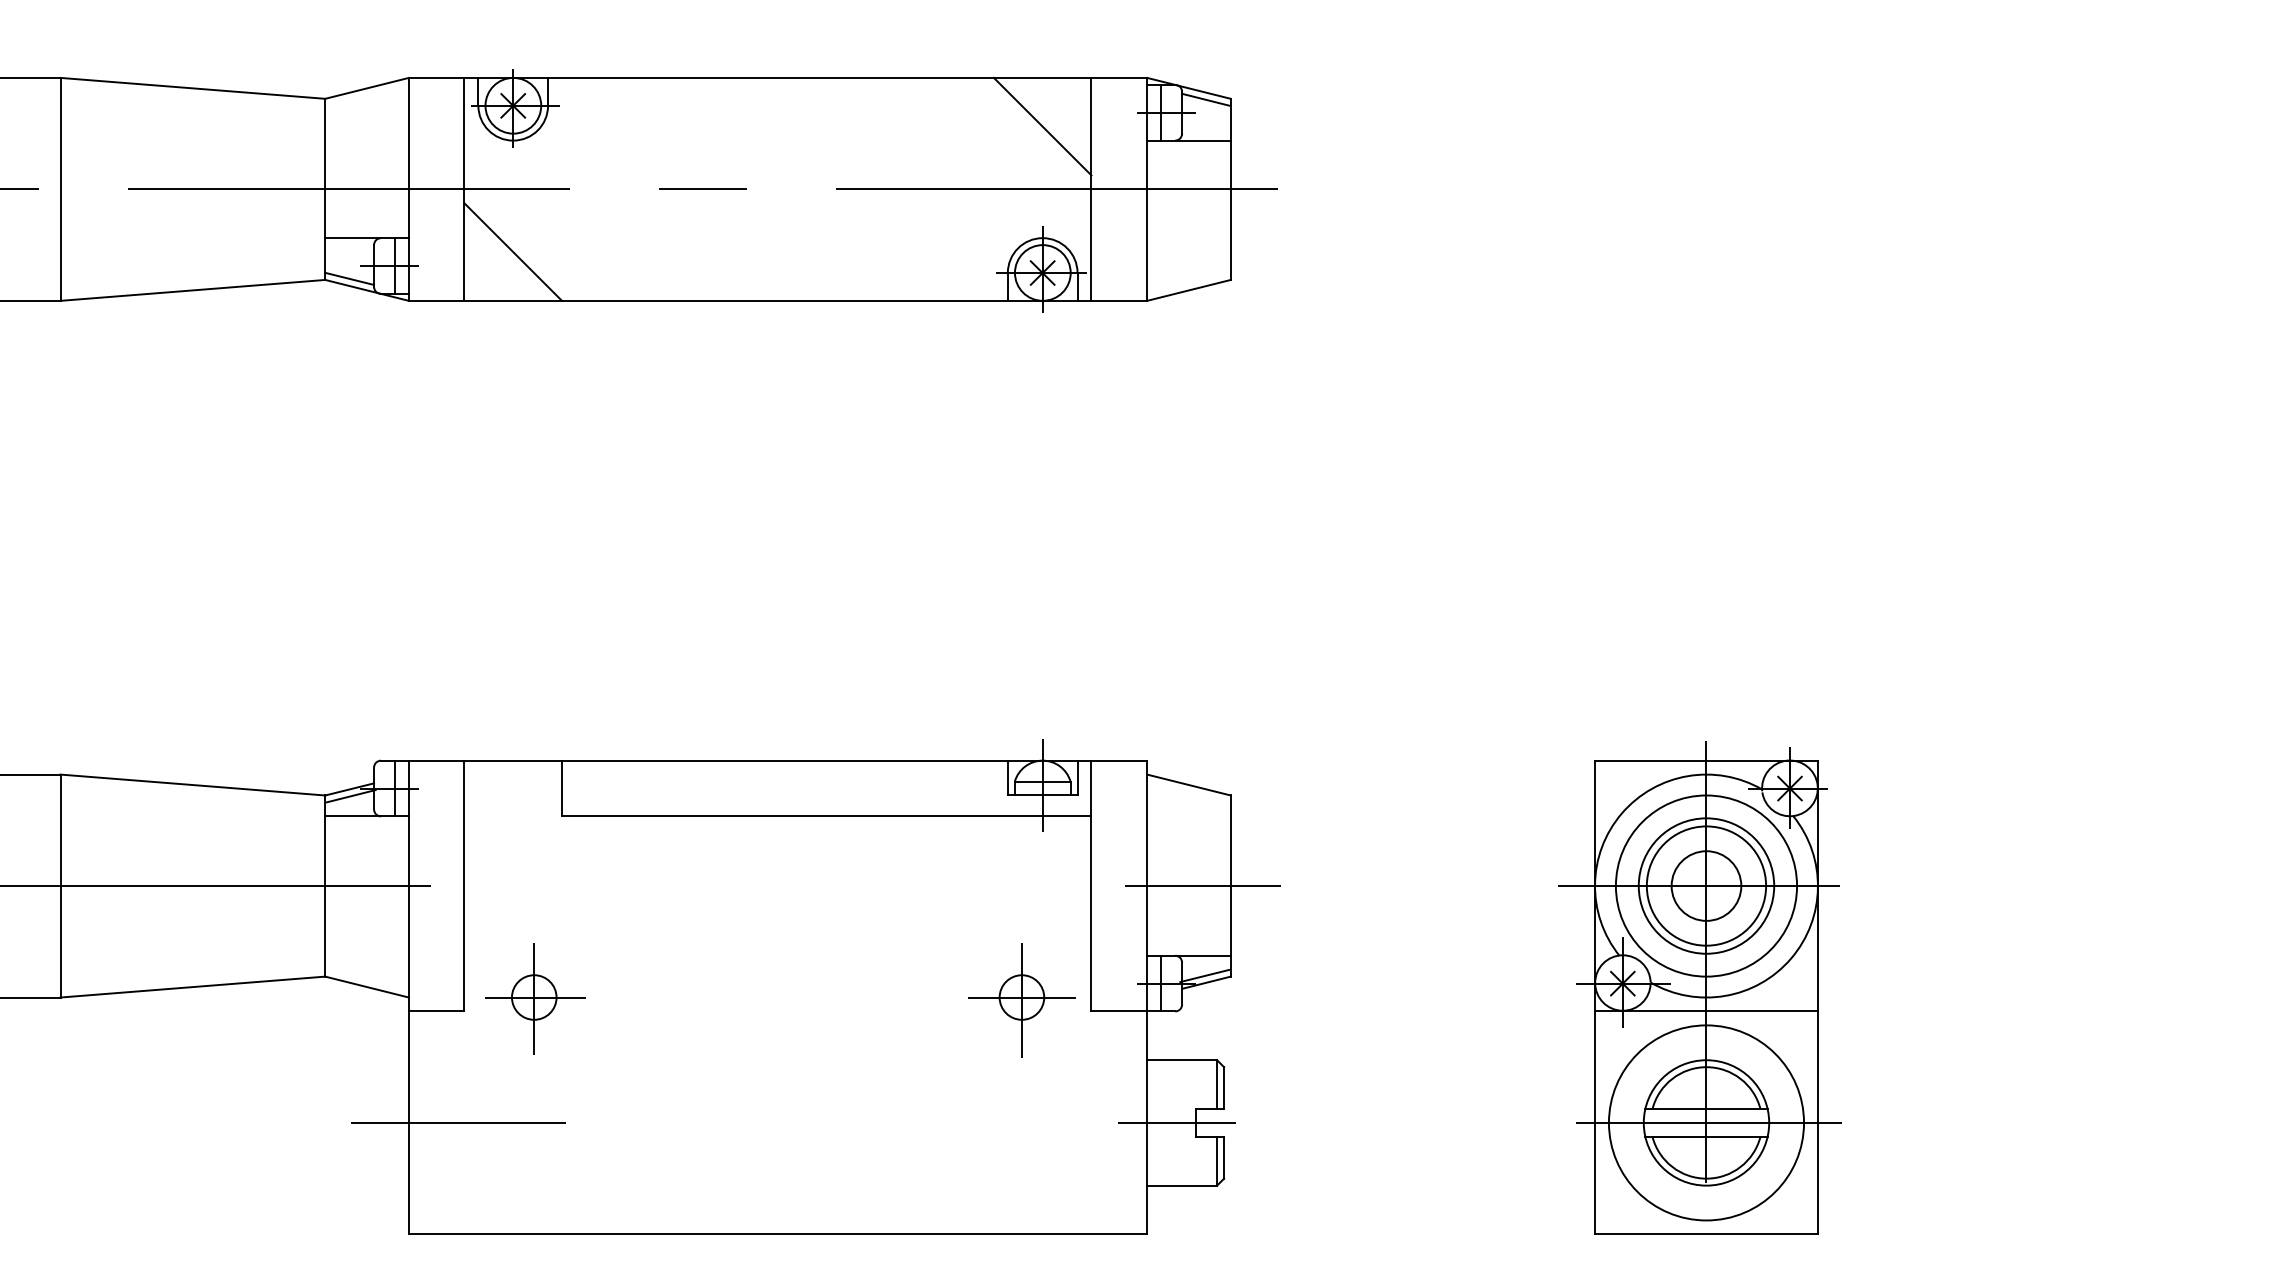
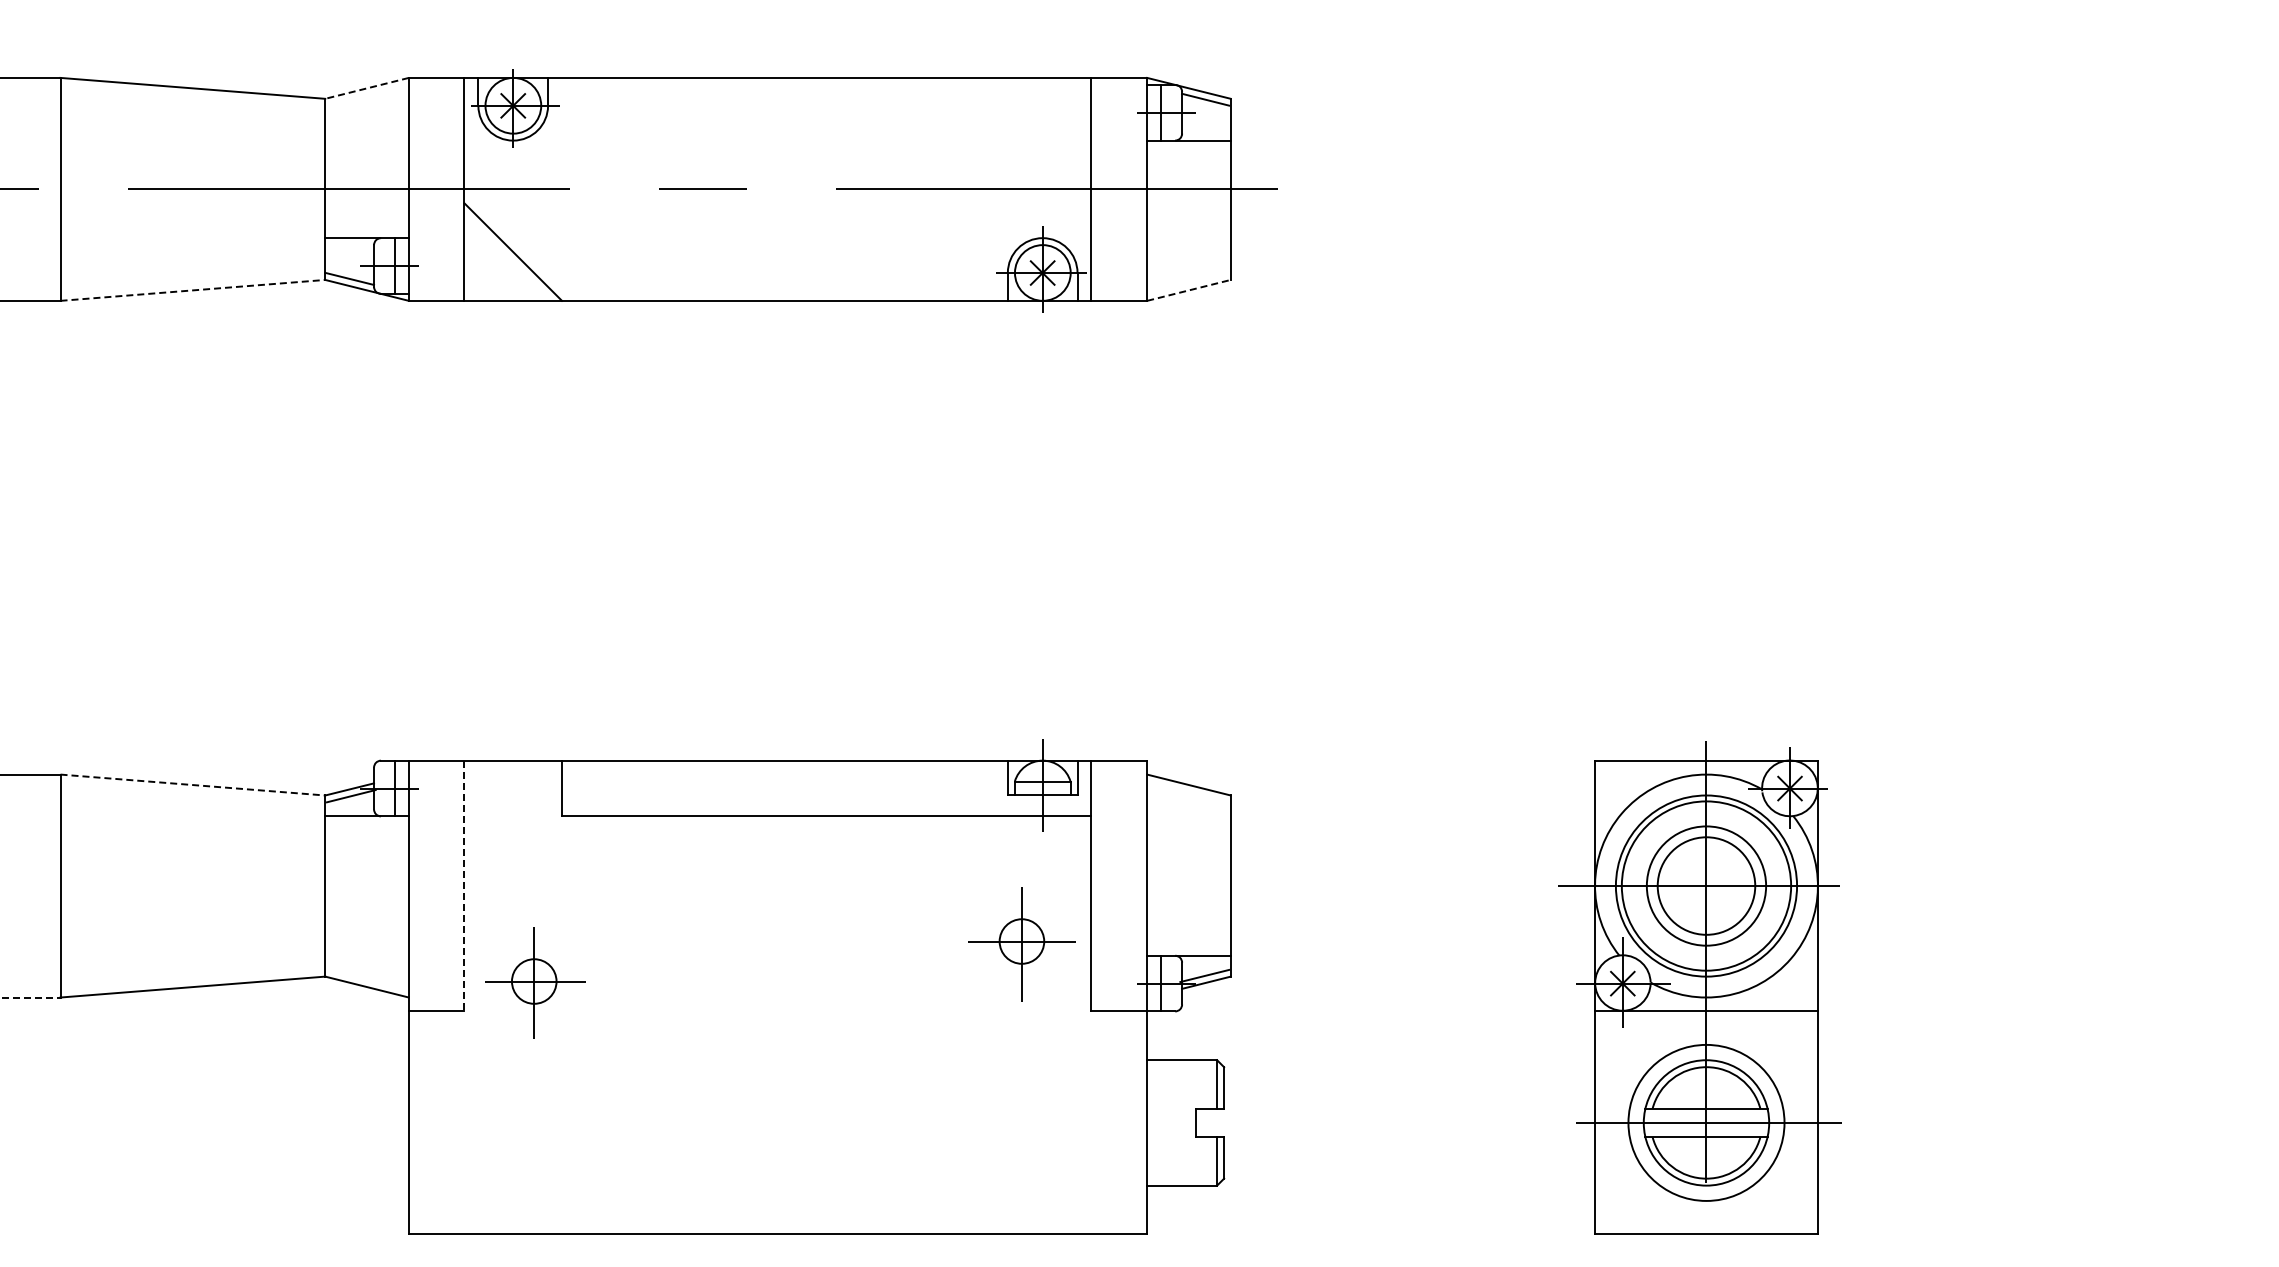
line at (366, 88): solid -> dashed
line at (1042, 126): present -> none
line at (192, 290): solid -> dashed
line at (1189, 290): solid -> dashed
line at (192, 785): solid -> dashed
circle at (1706, 885) diameter: 135 px -> 169 px
circle at (1706, 885) diameter: 70 px -> 98 px
line at (216, 886): present -> none
line at (464, 886): solid -> dashed
line at (1203, 886): present -> none
line at (30, 997): solid -> dashed
part at (535, 998) position: (535, 998) -> (535, 982)
part at (1021, 1000) position: (1021, 1000) -> (1021, 944)
line at (458, 1122): present -> none
line at (1176, 1122): present -> none
circle at (1706, 1122) diameter: 195 px -> 156 px
